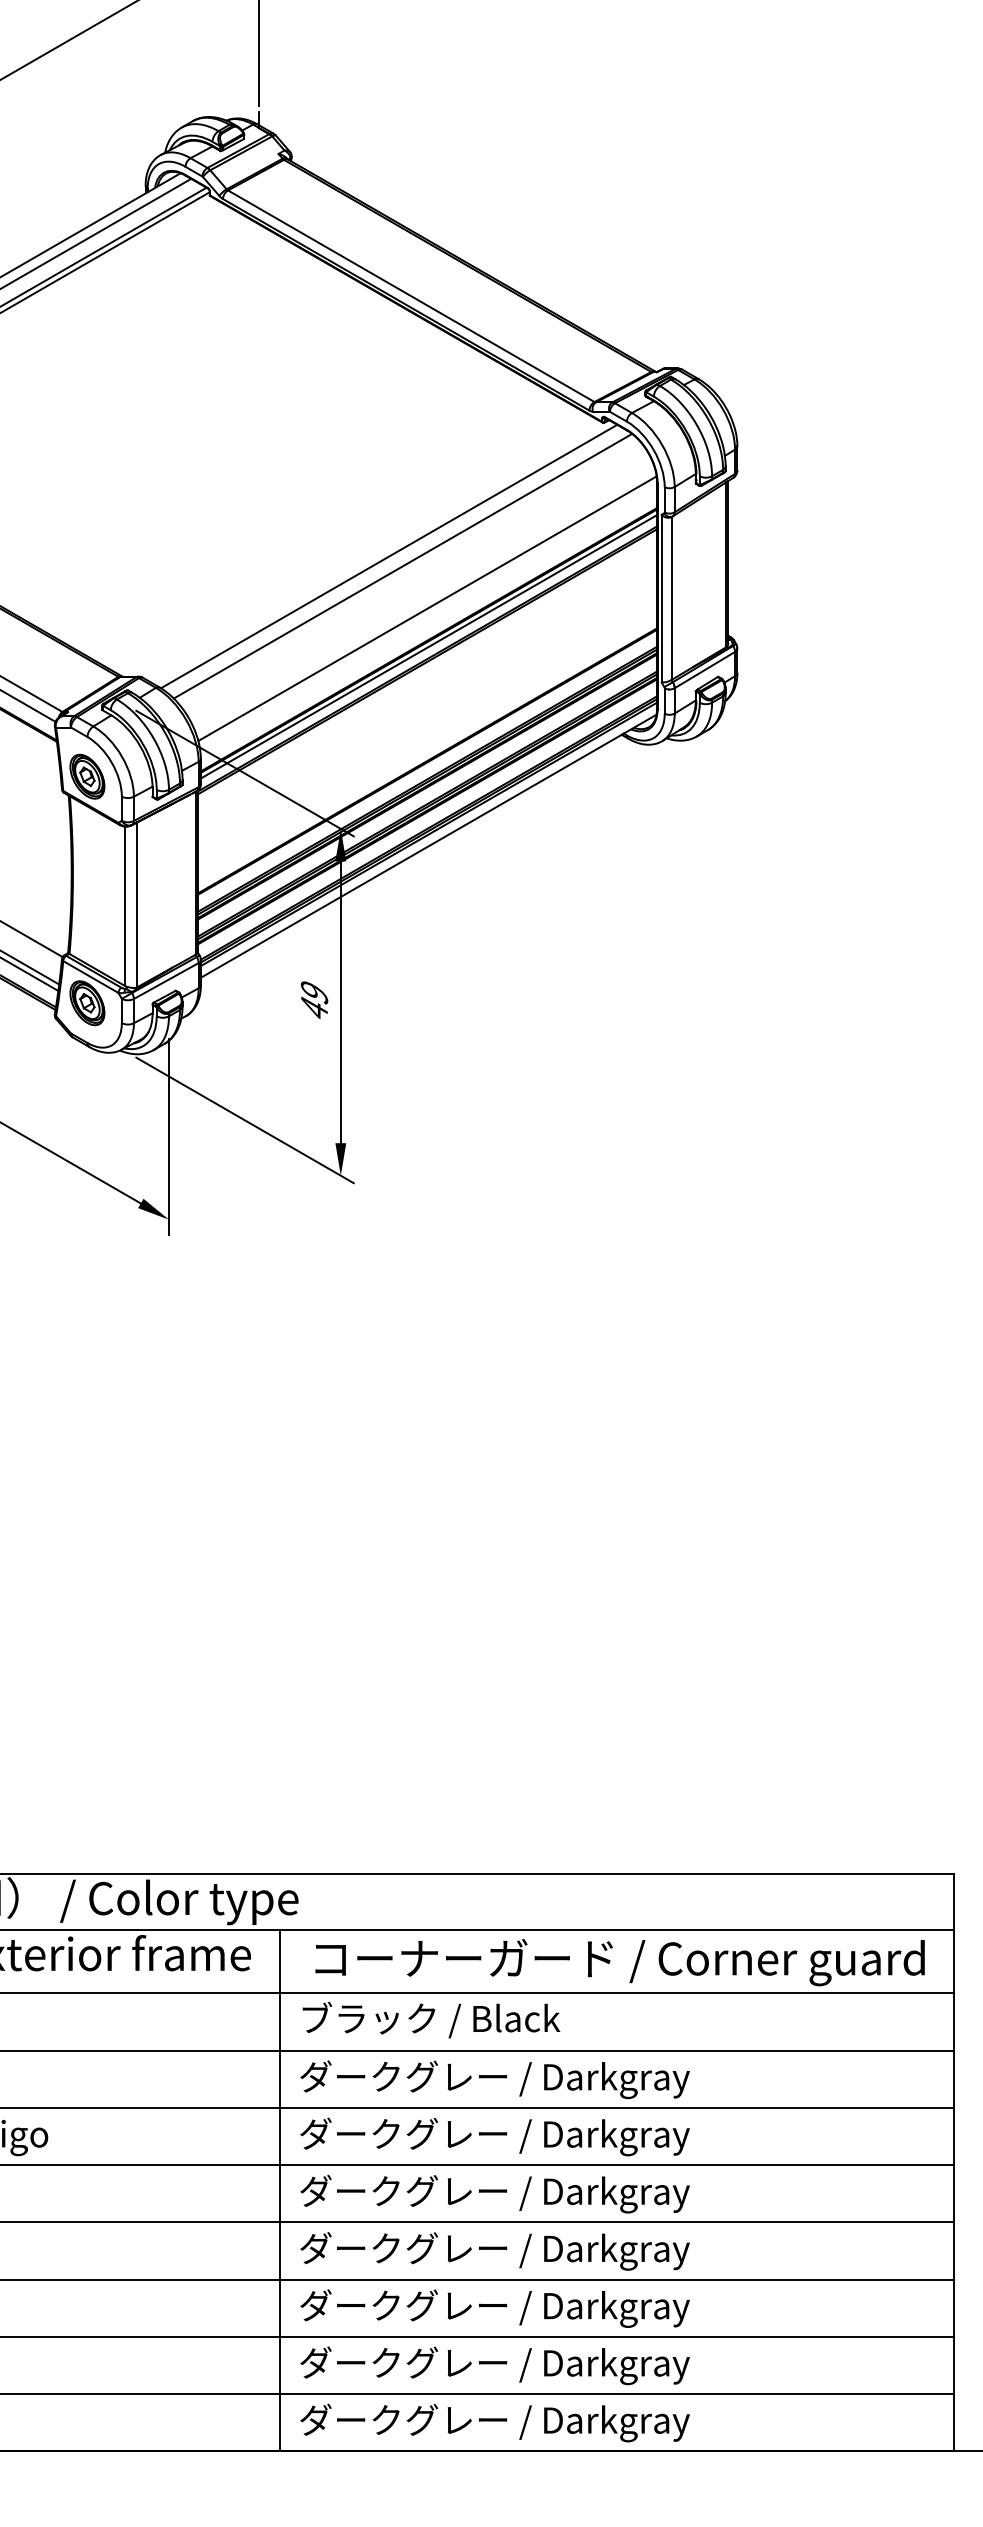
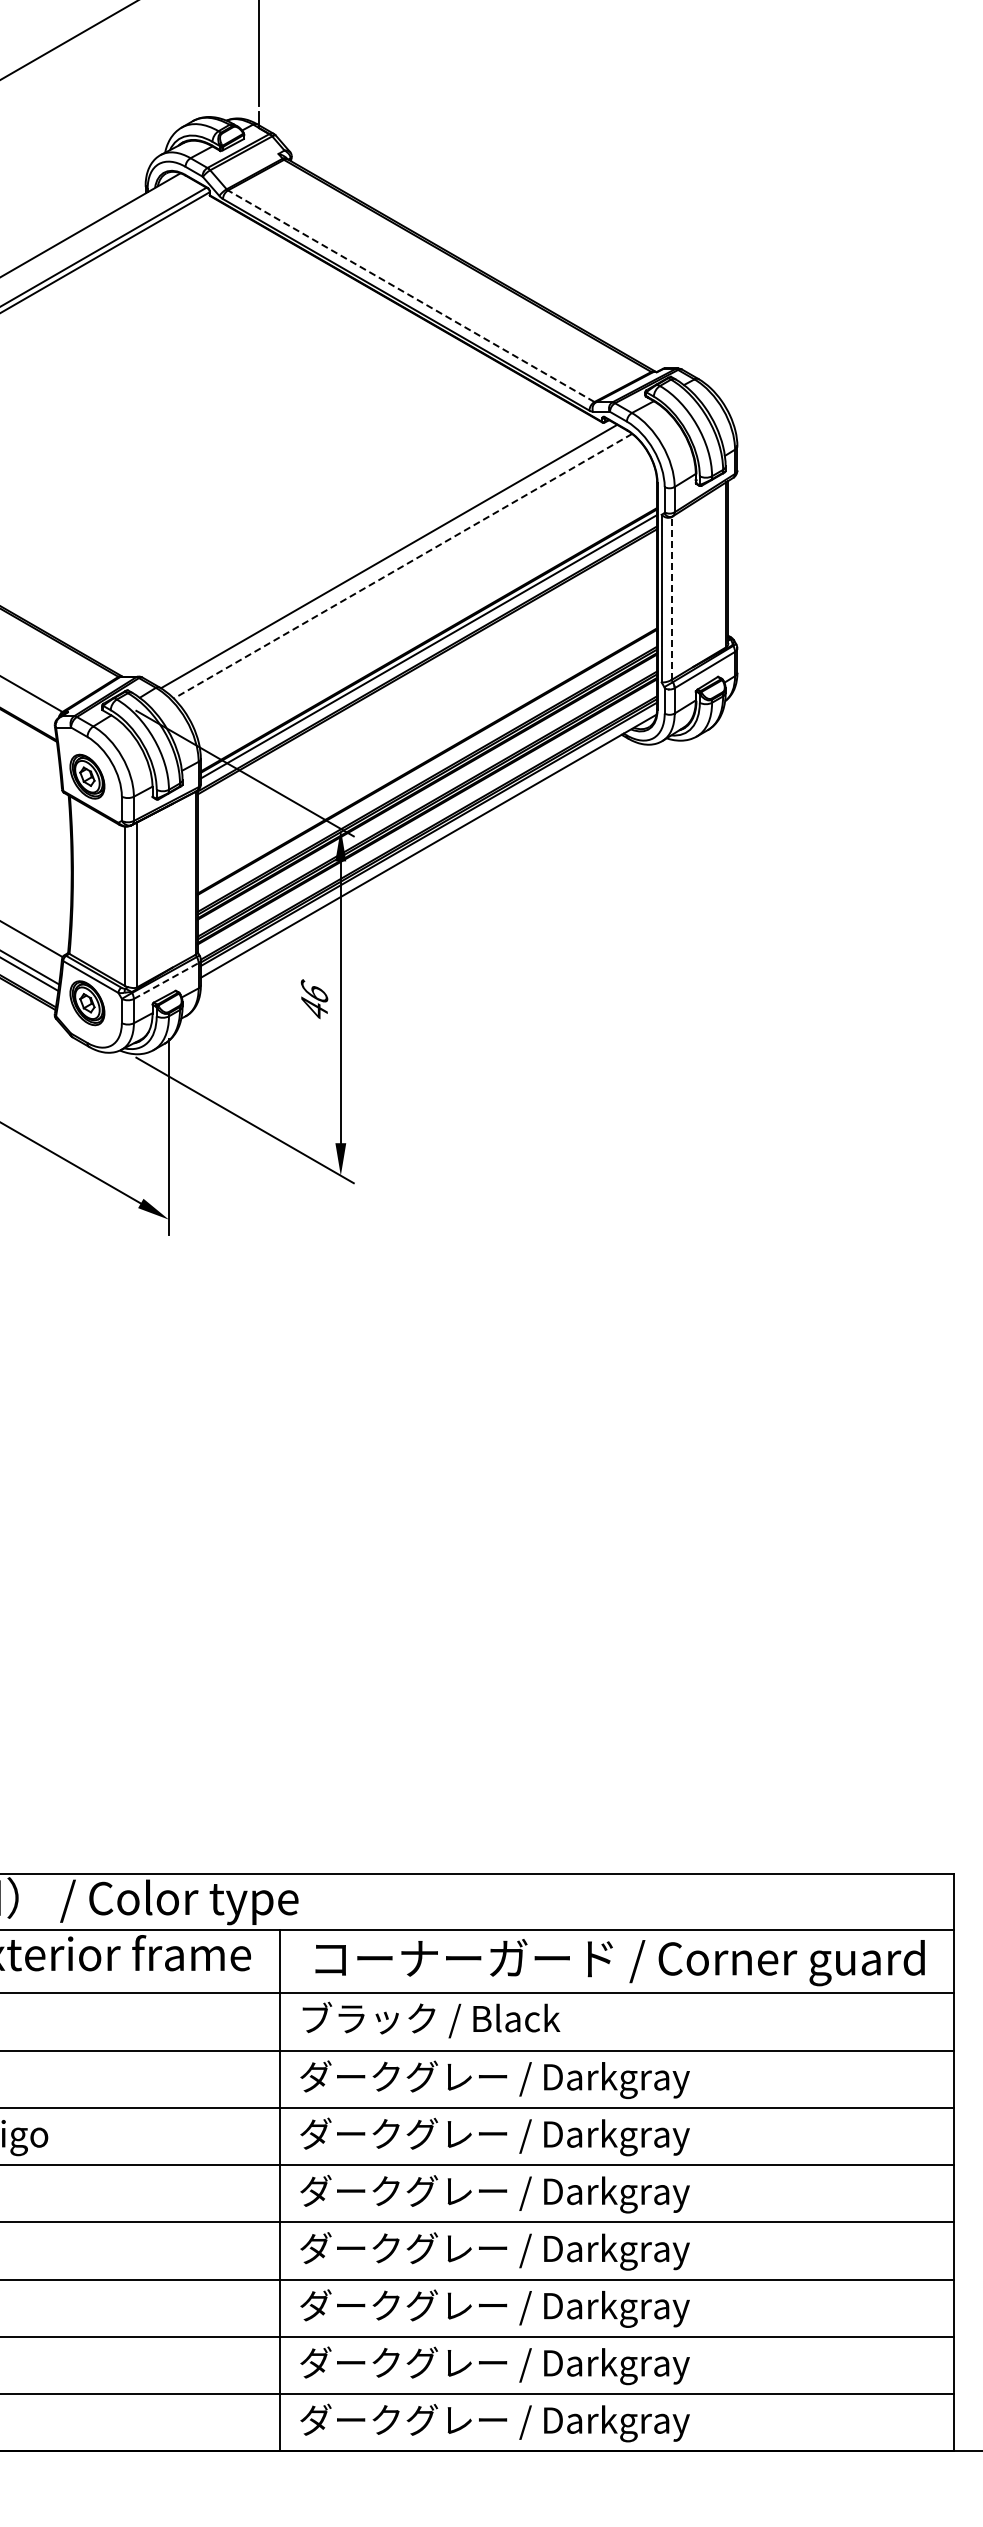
line at (96, 233): present -> none
line at (411, 296): solid -> dashed
line at (403, 566): solid -> dashed
line at (671, 598): solid -> dashed
line at (427, 608): present -> none
line at (28, 706): present -> none
line at (166, 980): solid -> dashed
text at (314, 991): 49 -> 46
